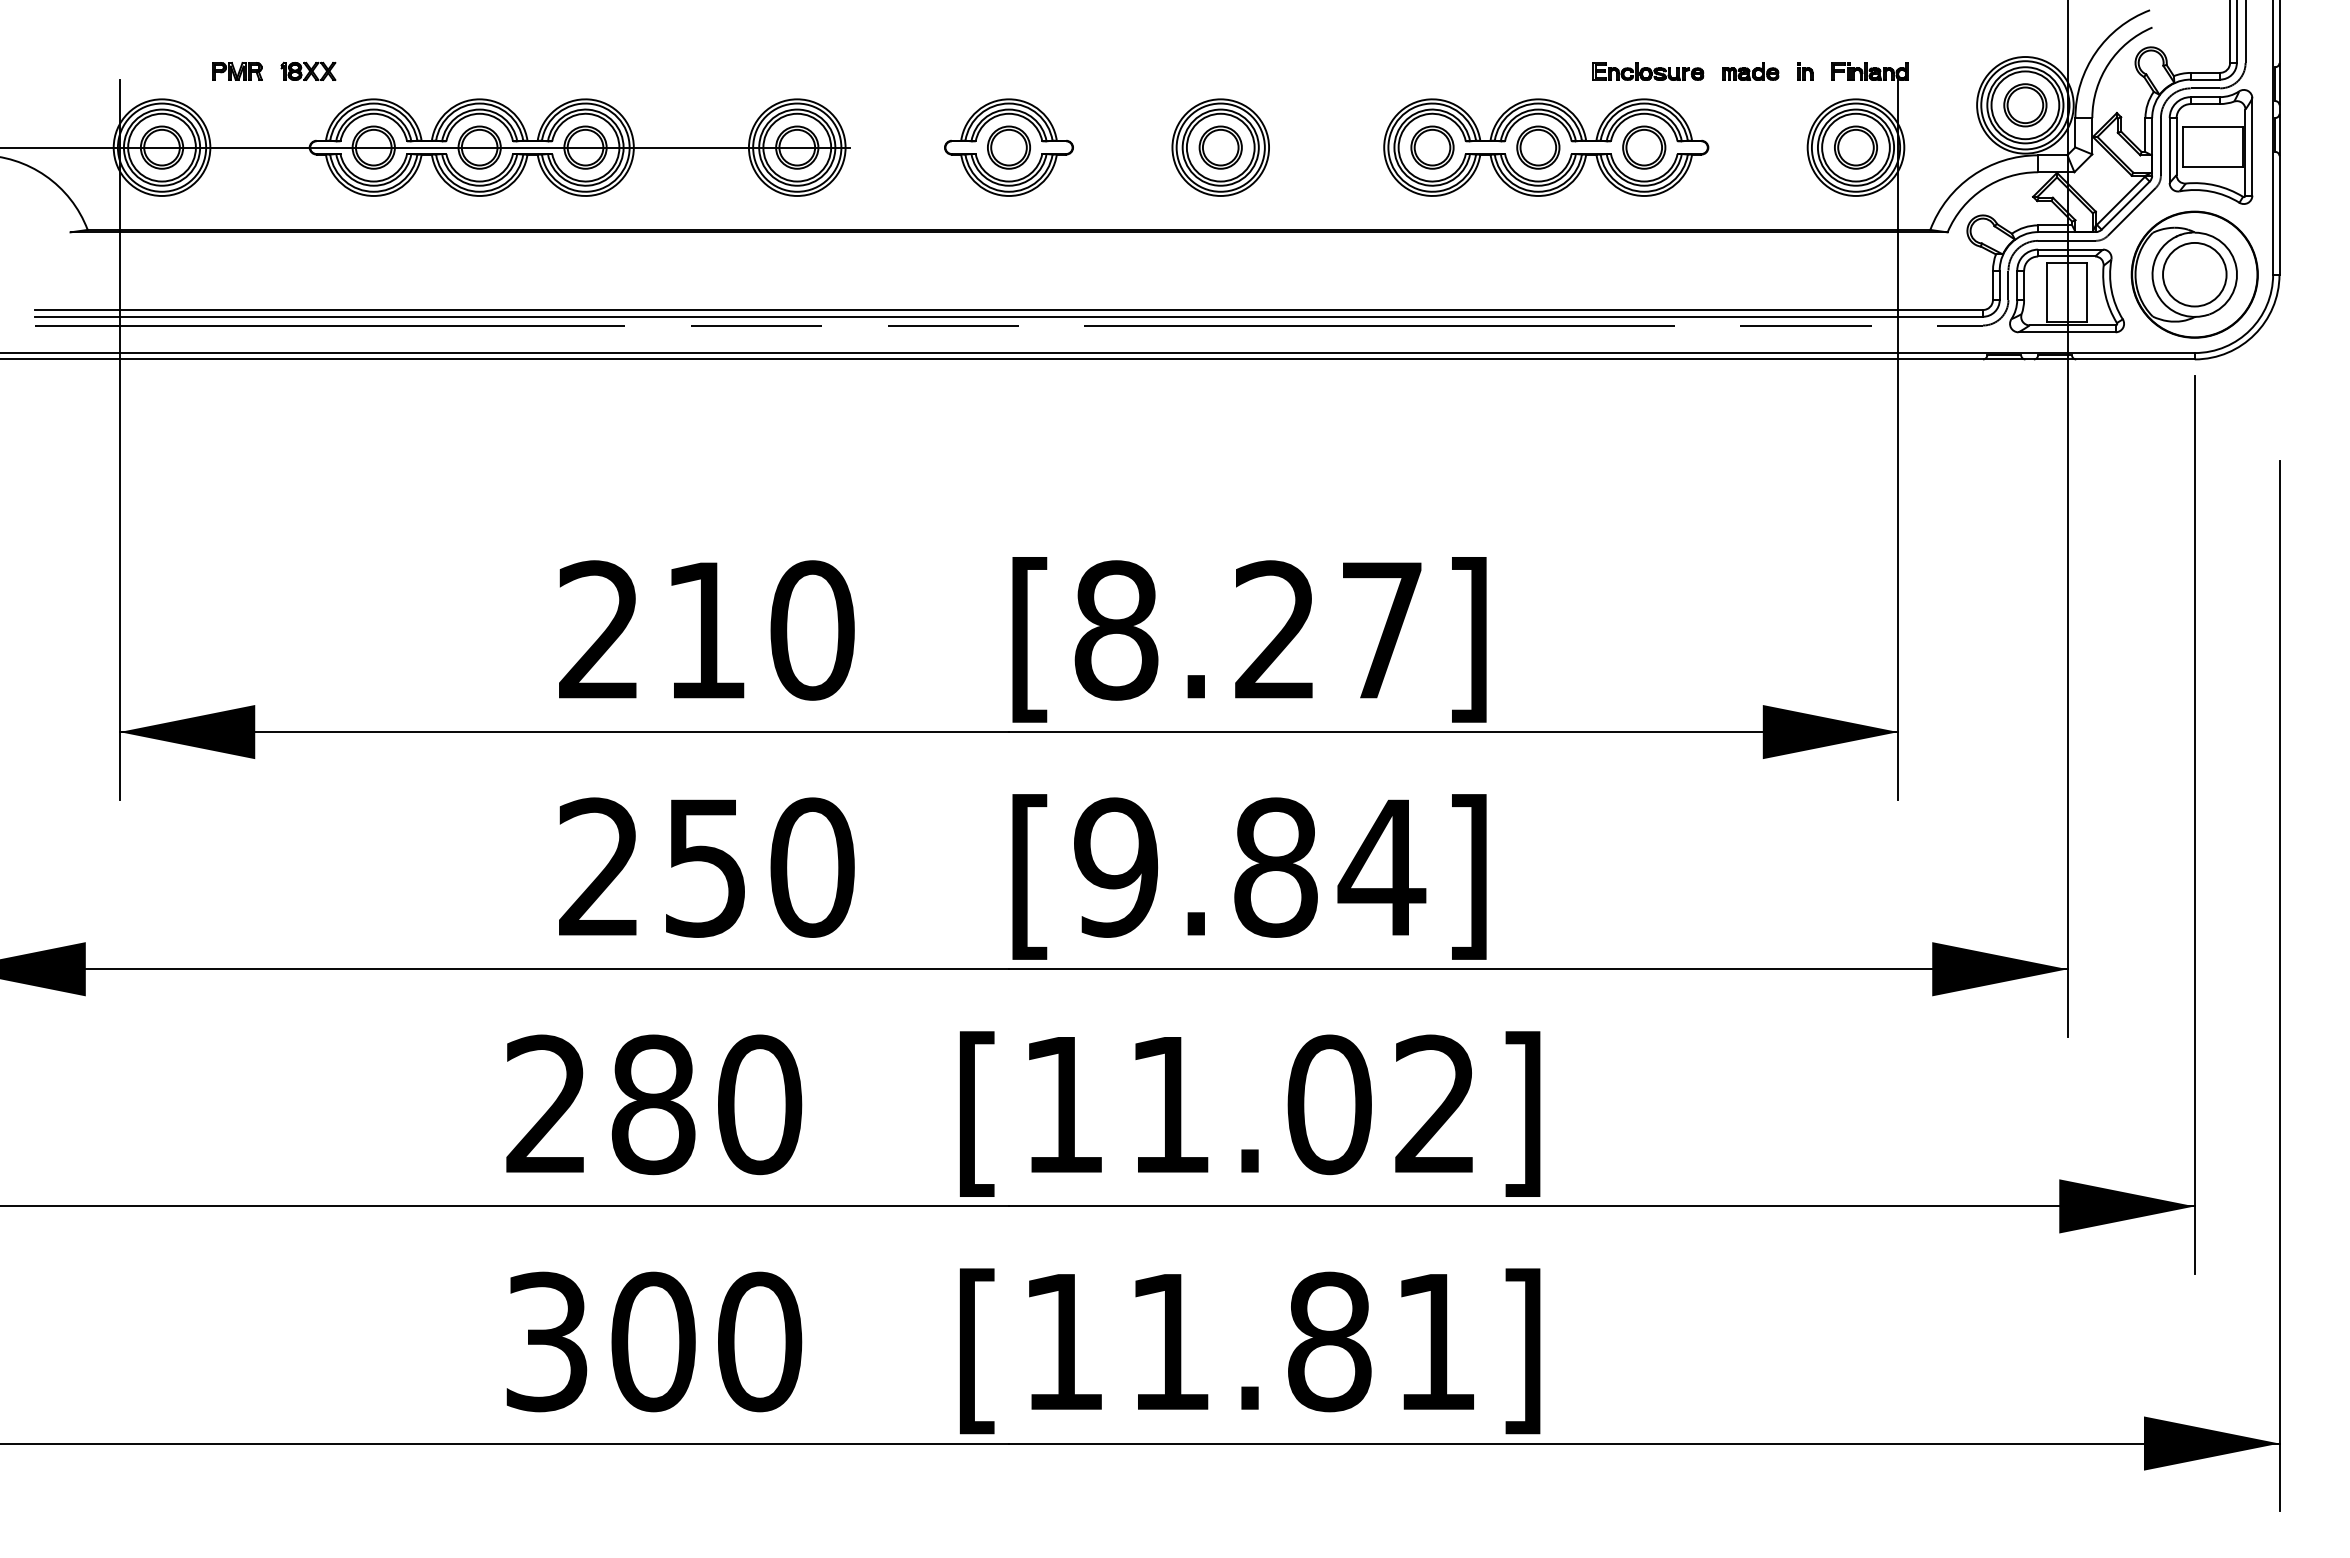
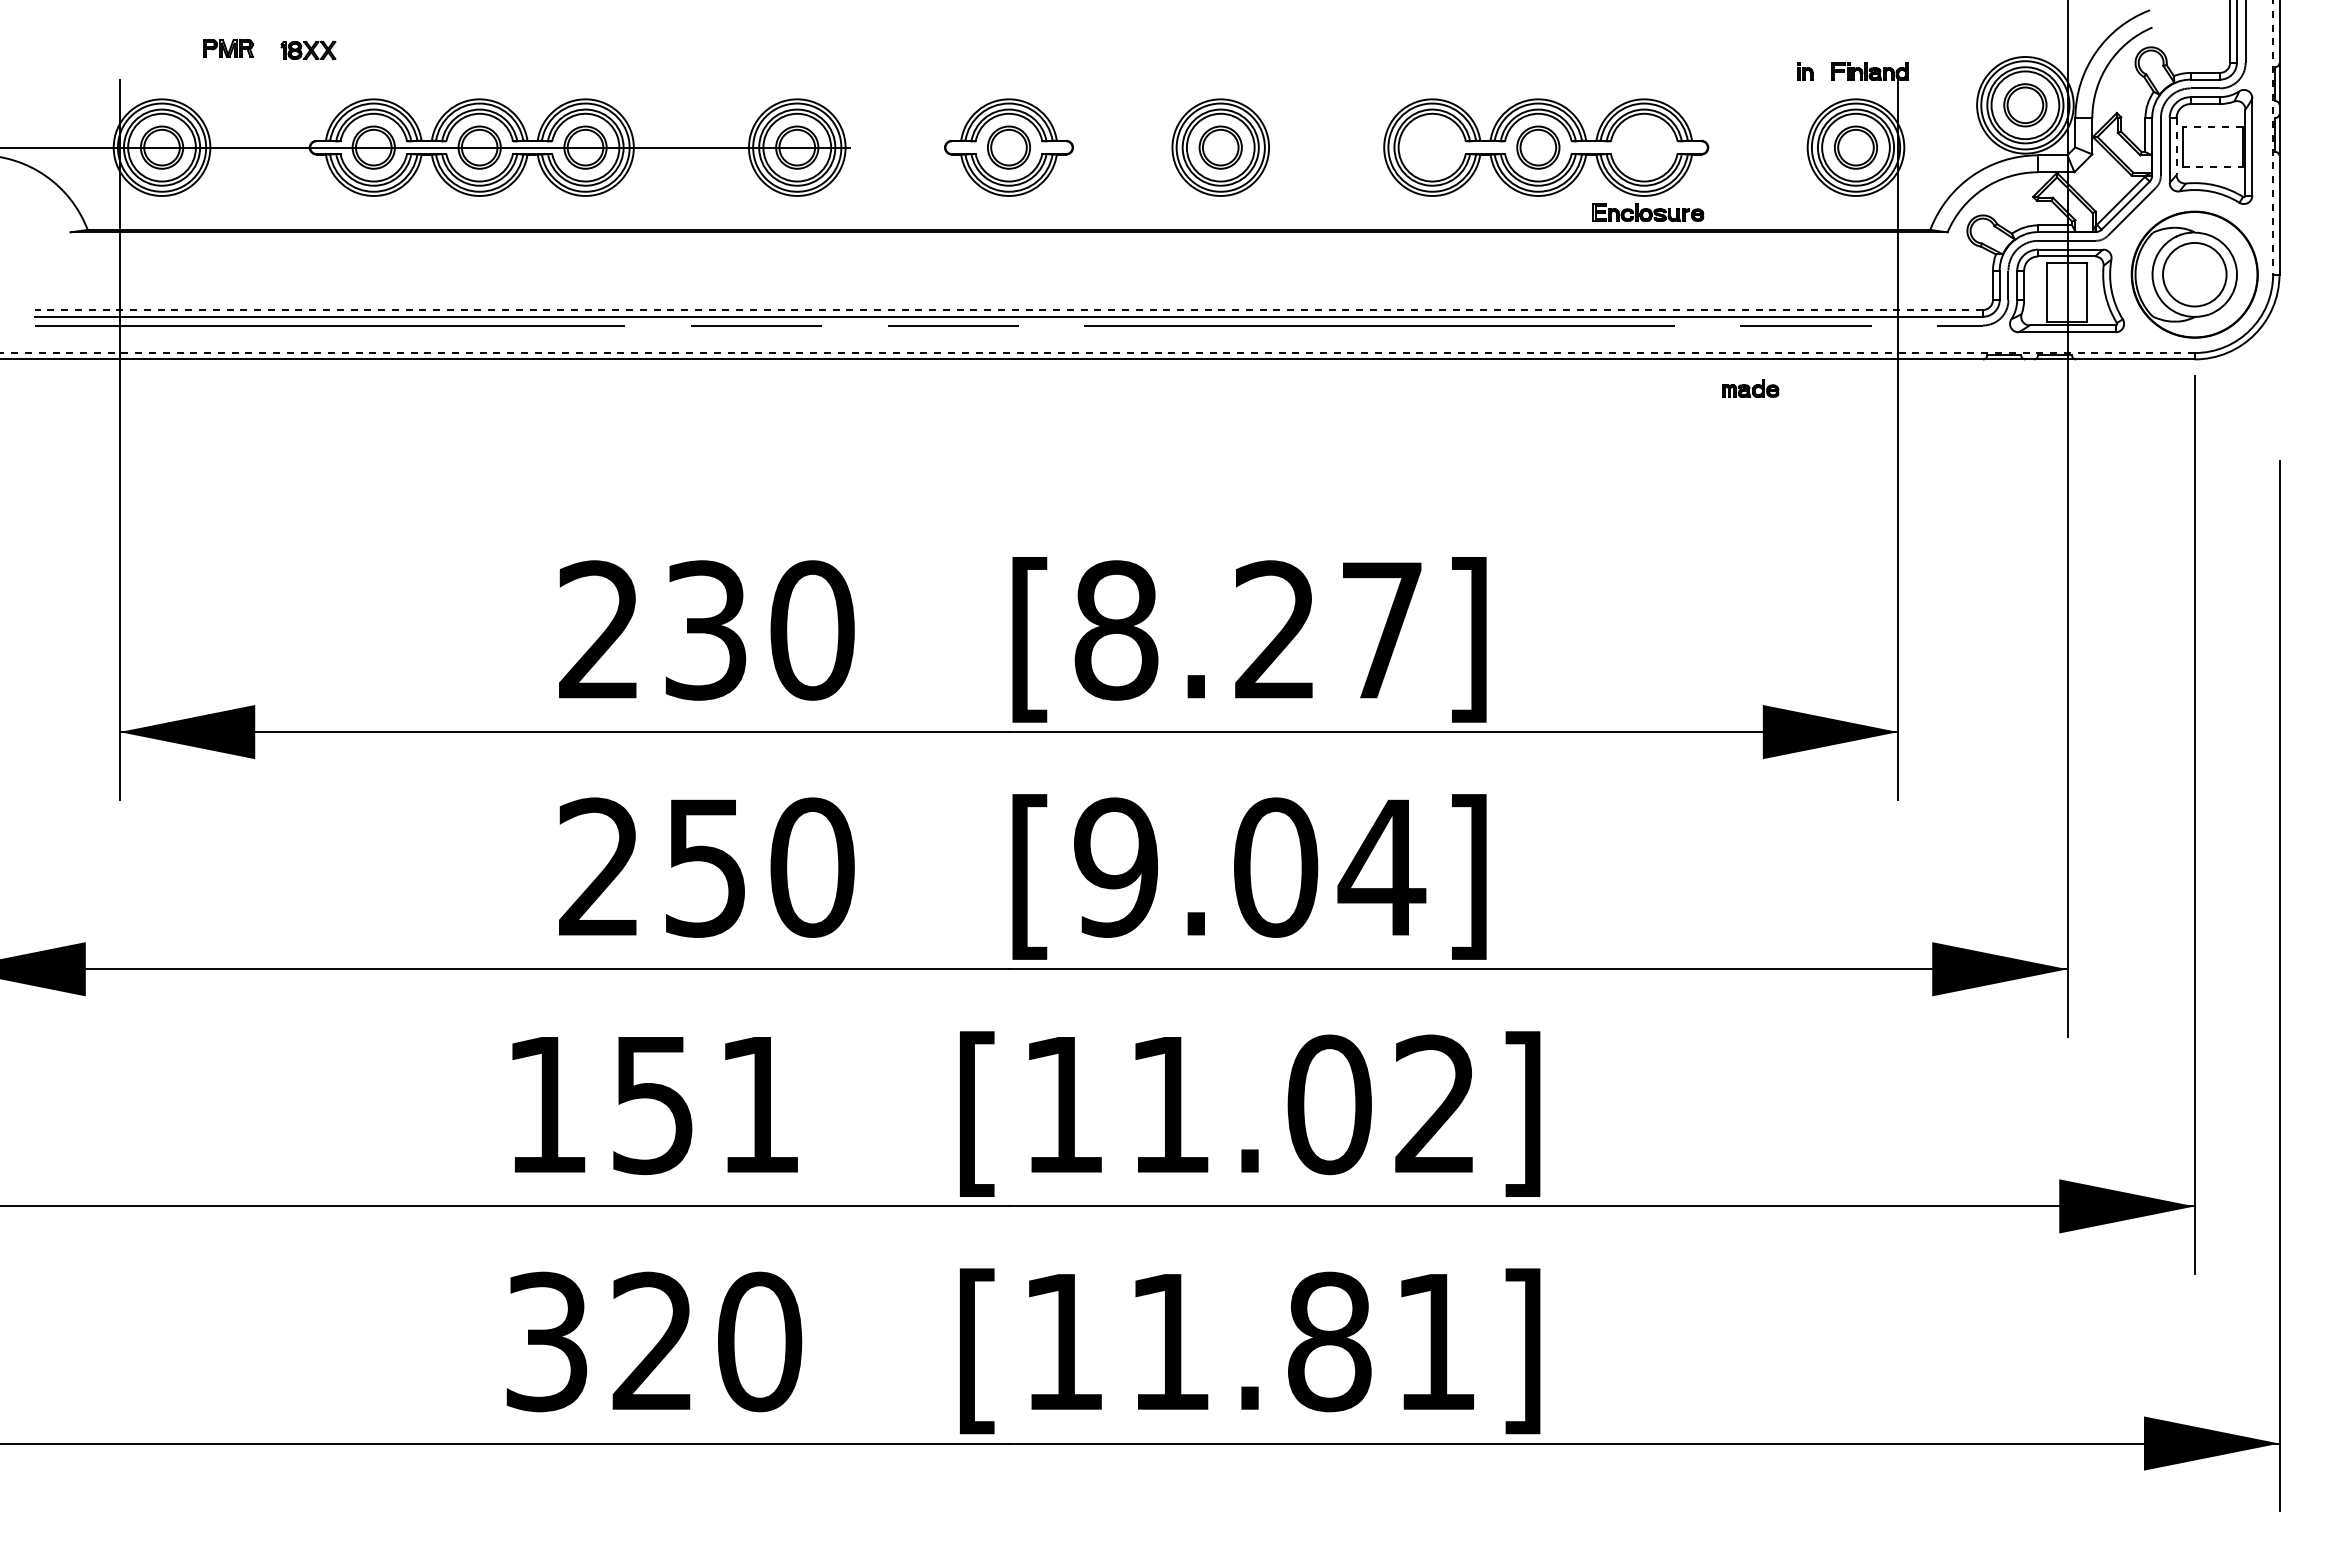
part at (308, 70) position: (308, 70) -> (308, 49)
part at (237, 71) position: (237, 71) -> (228, 48)
part at (1648, 71) position: (1648, 71) -> (1648, 212)
part at (1750, 71) position: (1750, 71) -> (1750, 388)
line at (2212, 127): solid -> dashed
line at (2273, 137): solid -> dashed
line at (2176, 146): solid -> dashed
part at (1432, 147): present -> none
part at (1644, 147): present -> none
line at (2212, 167): solid -> dashed
line at (1008, 310): solid -> dashed
line at (1097, 353): solid -> dashed
text at (705, 630): 210 -> 230
text at (1276, 867): [9.84] -> [9.04]
text at (654, 1104): 280 -> 151
text at (653, 1341): 300 -> 320
